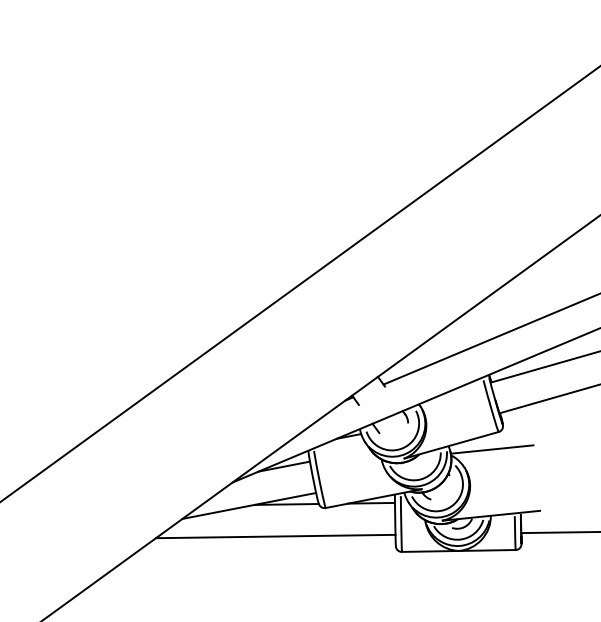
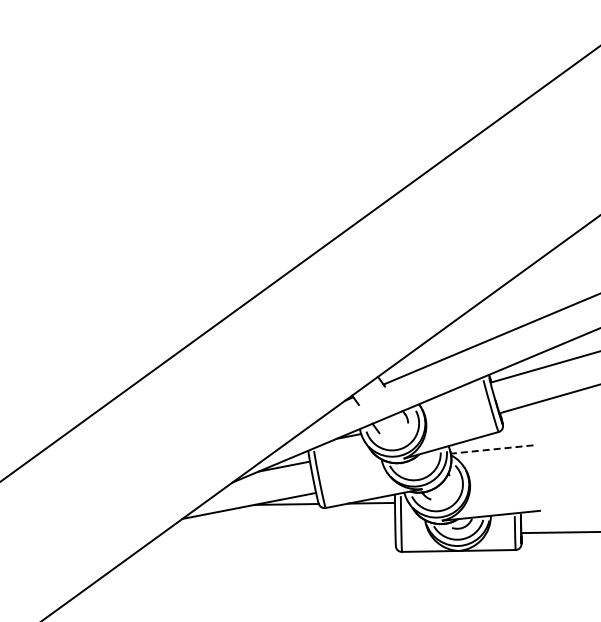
line at (299, 283) position: (299, 283) -> (299, 263)
line at (491, 449): solid -> dashed
line at (275, 536): present -> none
